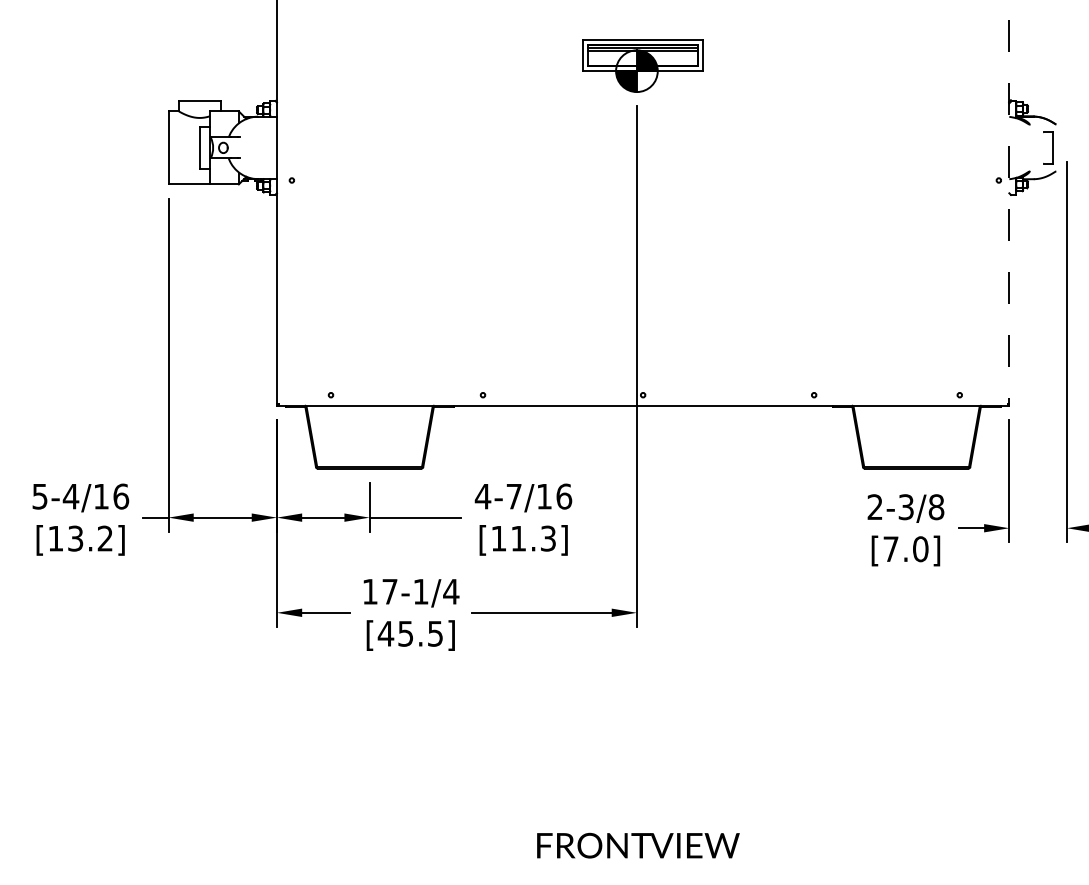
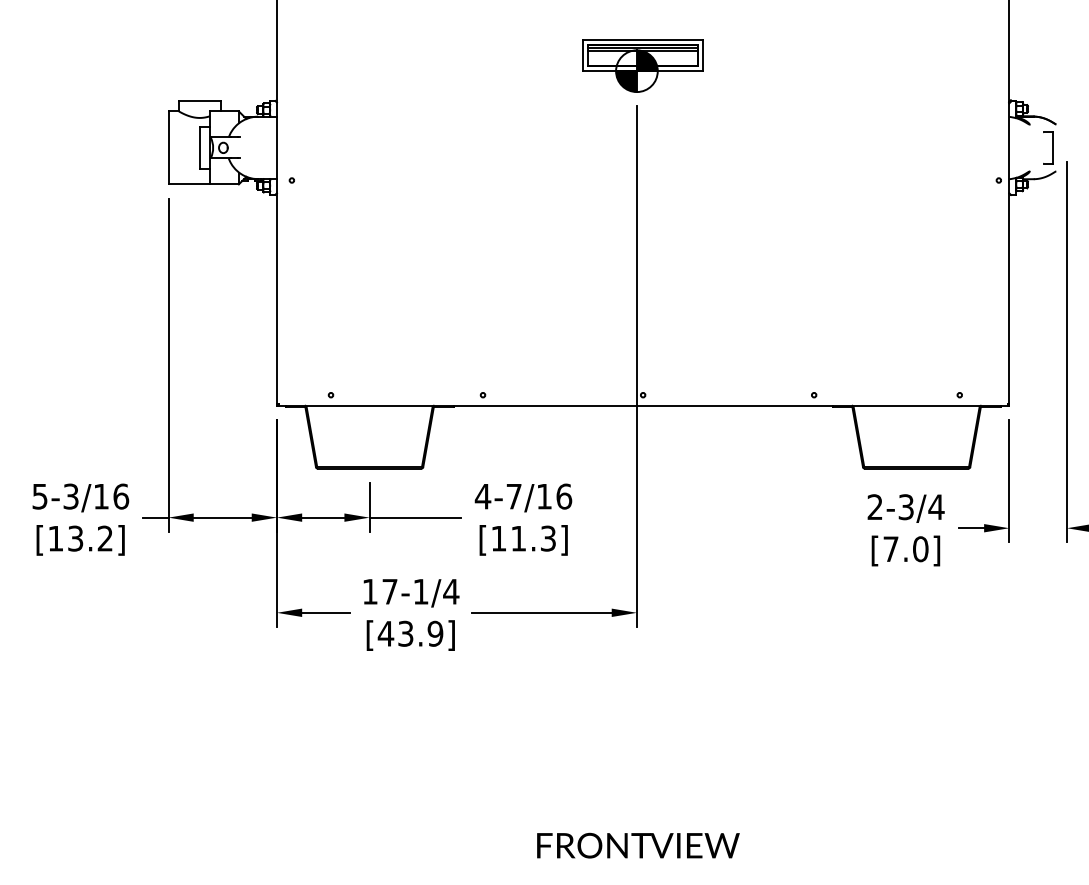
line at (1009, 202): dashed -> solid
text at (70, 496): 5-4/16 -> 5-3/16
text at (936, 507): 2-3/8 -> 2-3/4
text at (421, 633): [45.5] -> [43.9]
